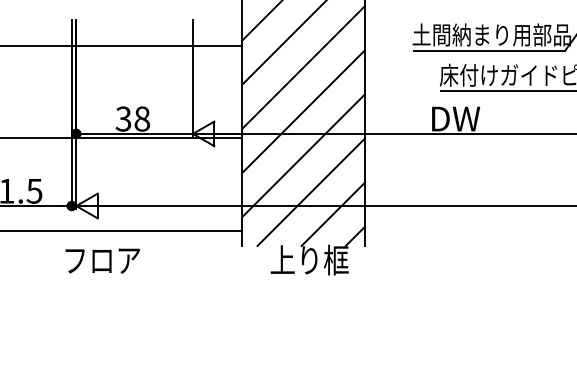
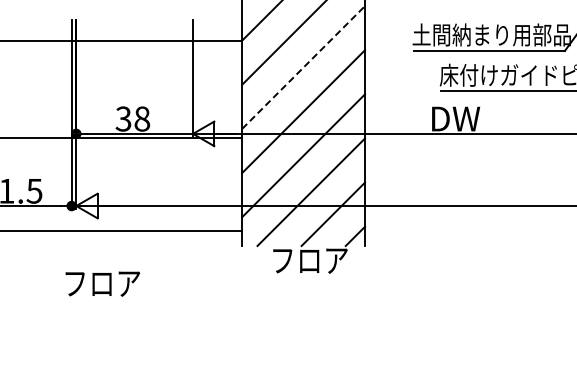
line at (122, 46) position: (122, 46) -> (122, 41)
line at (303, 67): solid -> dashed
text at (309, 259): 上り框 -> フロア
text at (102, 260) position: (102, 260) -> (102, 283)
